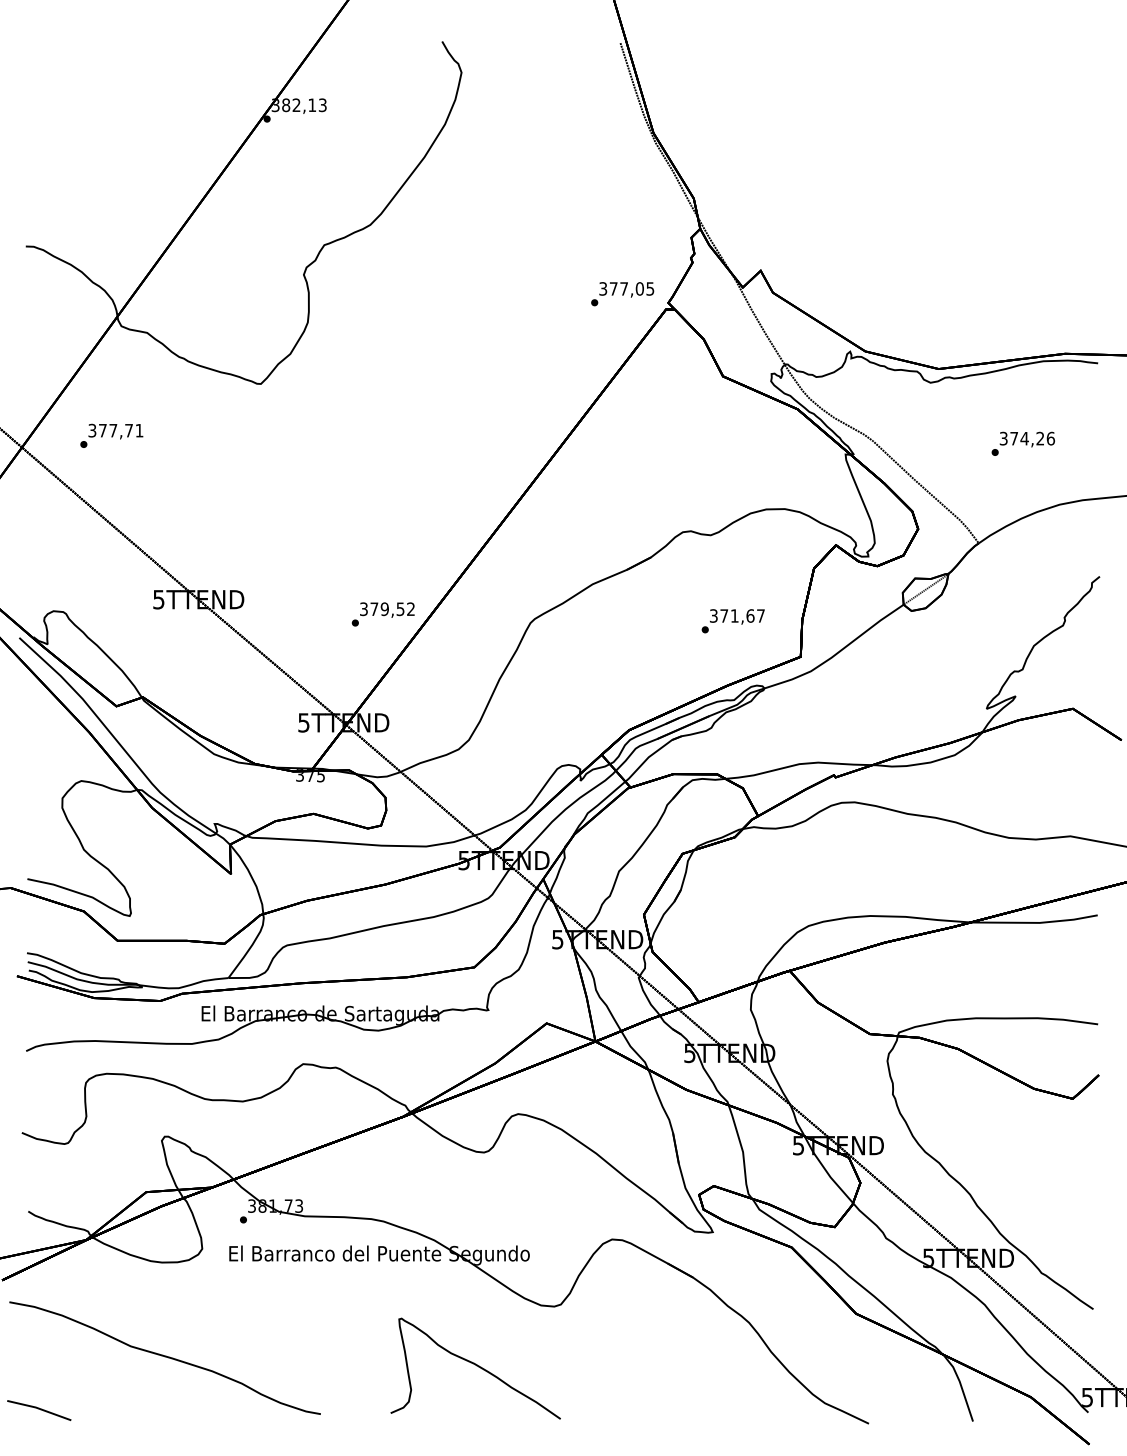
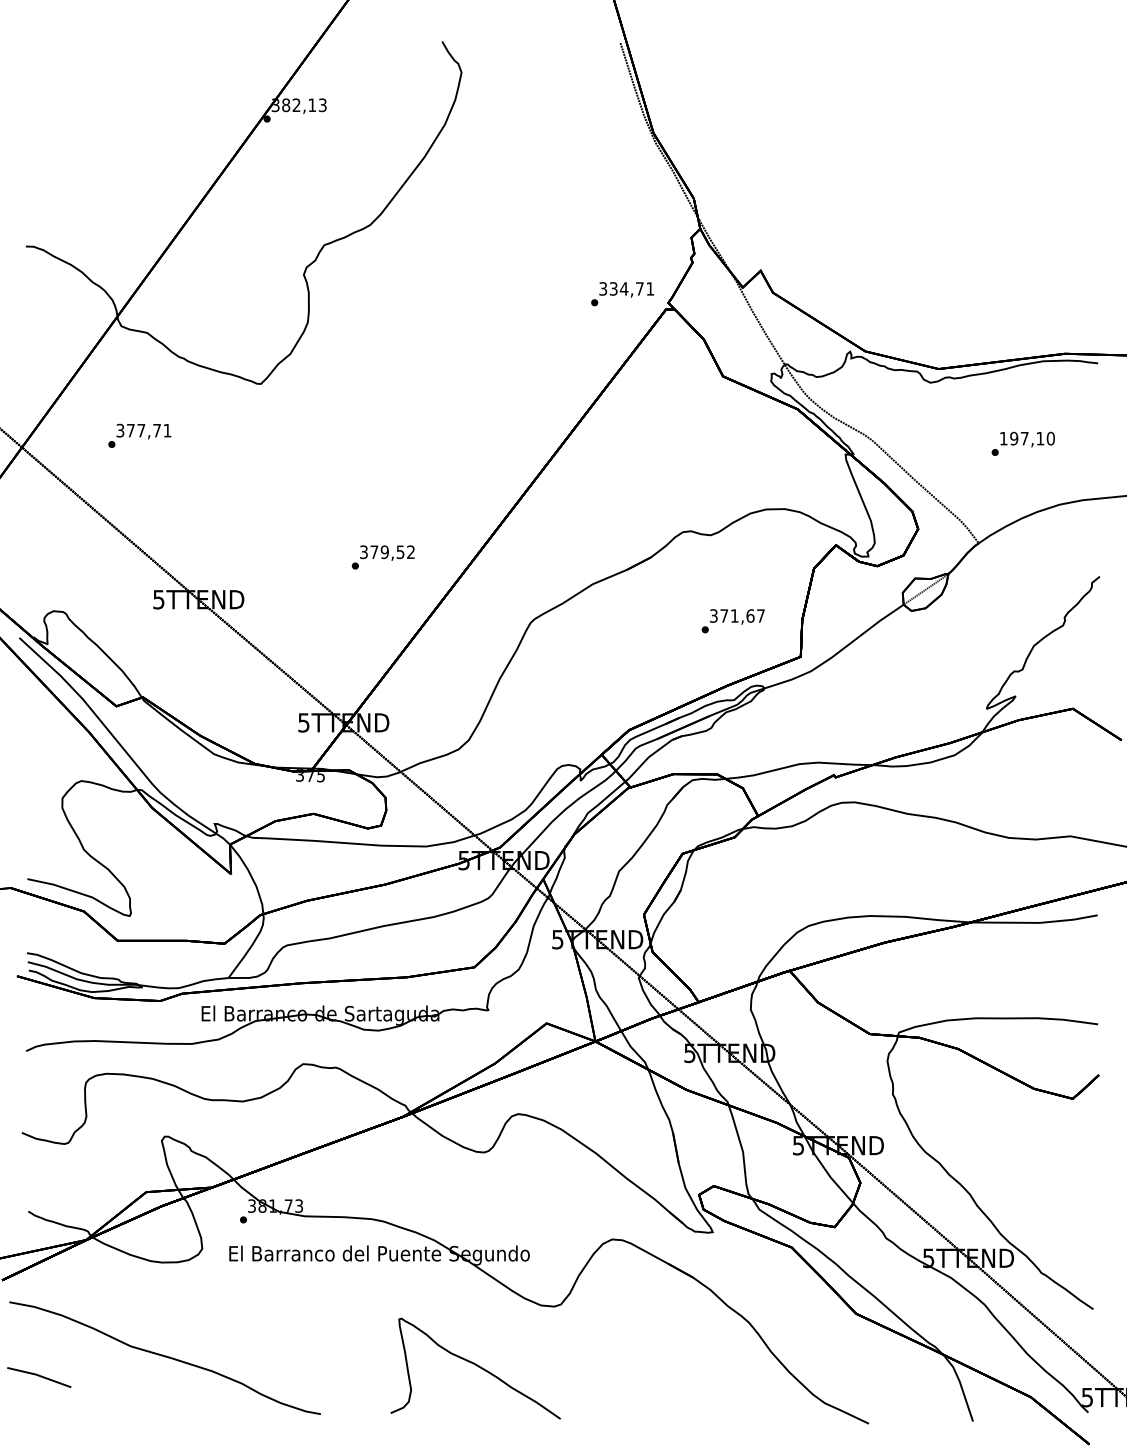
text at (631, 288): 377,05 -> 334,71
text at (111, 435) position: (111, 435) -> (139, 435)
text at (1026, 438): 374,26 -> 197,10
text at (382, 614) position: (382, 614) -> (382, 557)
line at (39, 1409) position: (39, 1409) -> (39, 1376)
